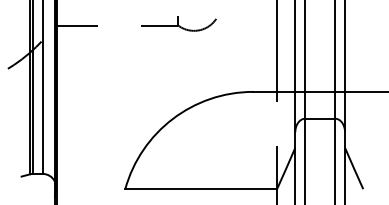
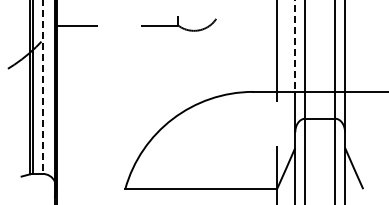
line at (295, 46): solid -> dashed
line at (42, 87): solid -> dashed
